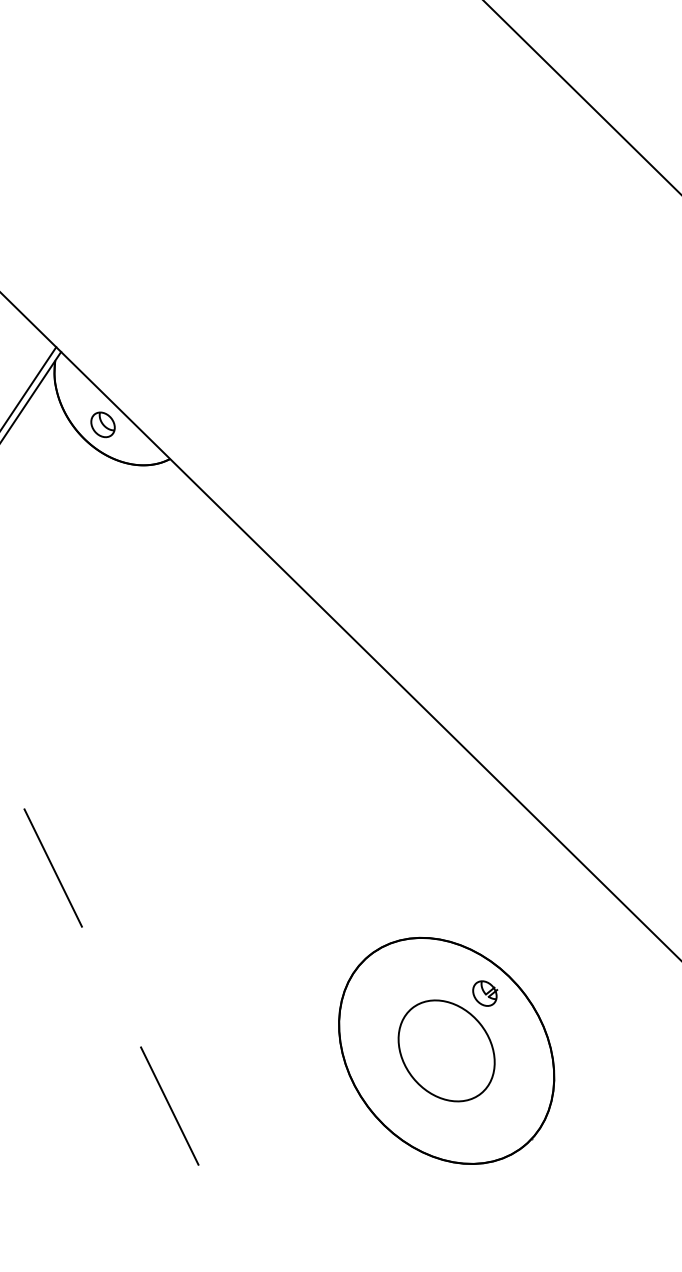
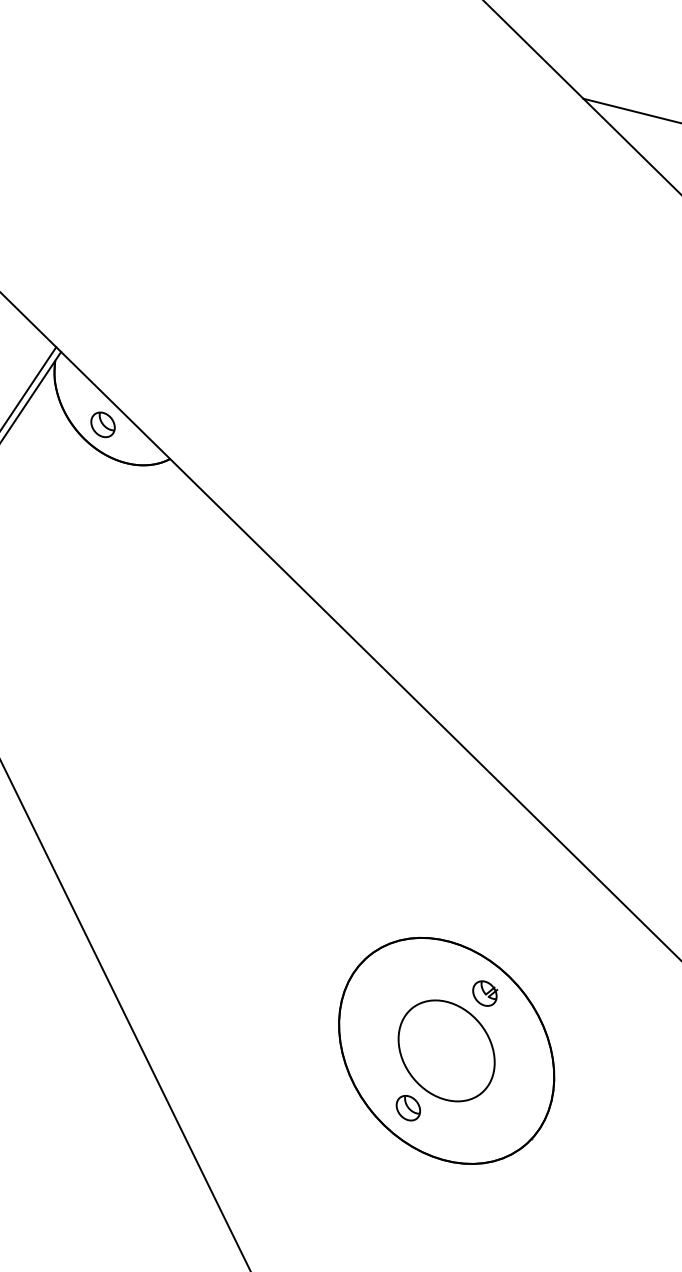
line at (630, 110): none -> present
line at (125, 1015): dashed -> solid
part at (408, 1108): none -> present
